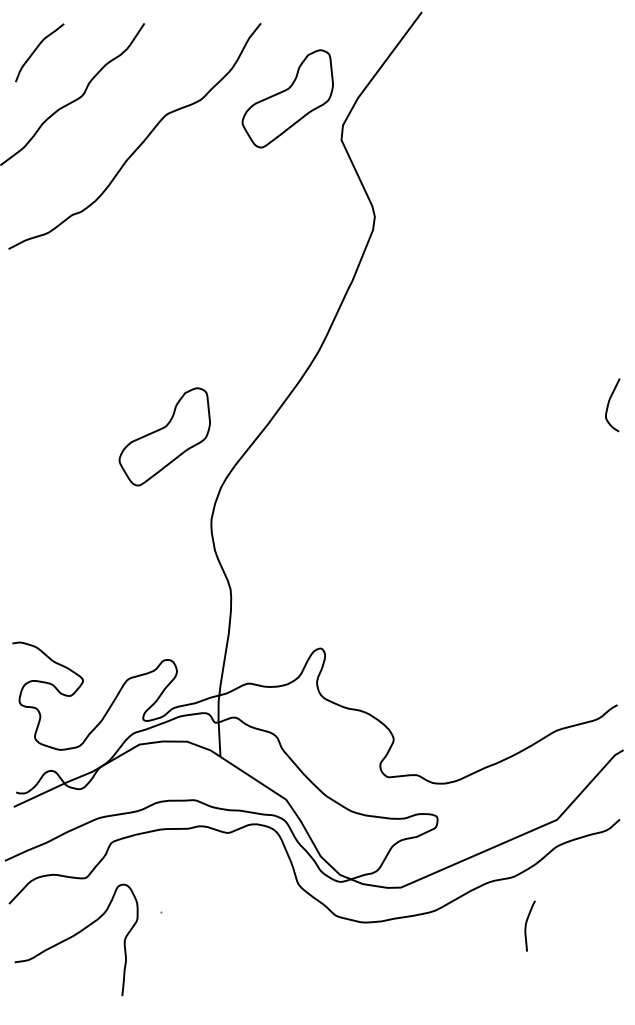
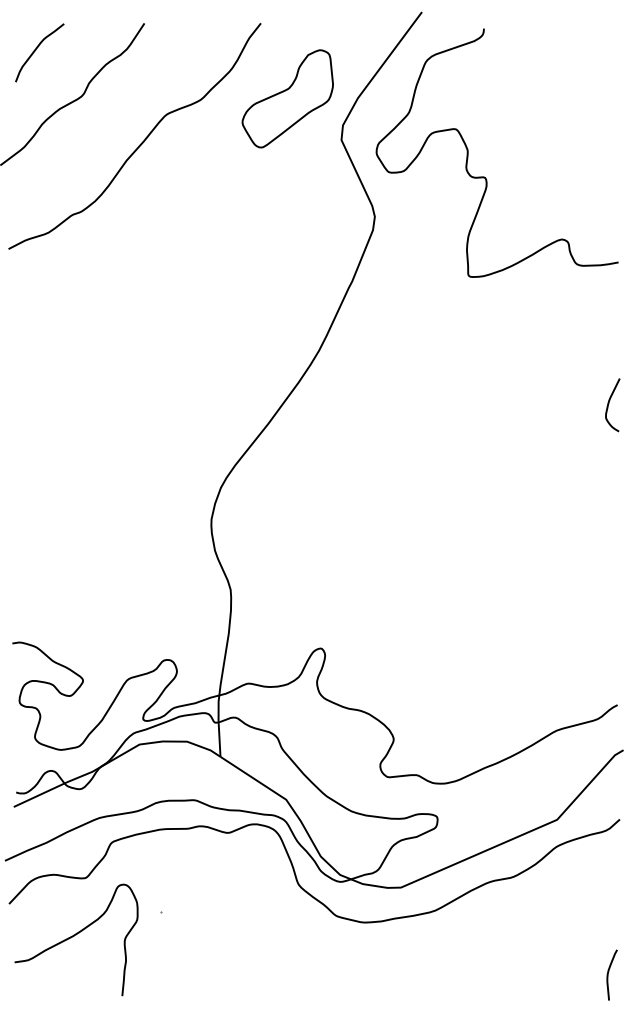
curve at (484, 176): none -> present
part at (164, 436): present -> none
curve at (526, 925) position: (526, 925) -> (608, 974)
